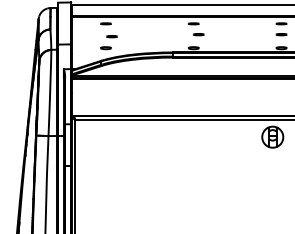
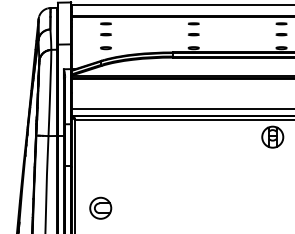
part at (198, 34) position: (198, 34) -> (193, 34)
part at (111, 36) position: (111, 36) -> (105, 34)
line at (181, 108): none -> present
part at (100, 207): none -> present
